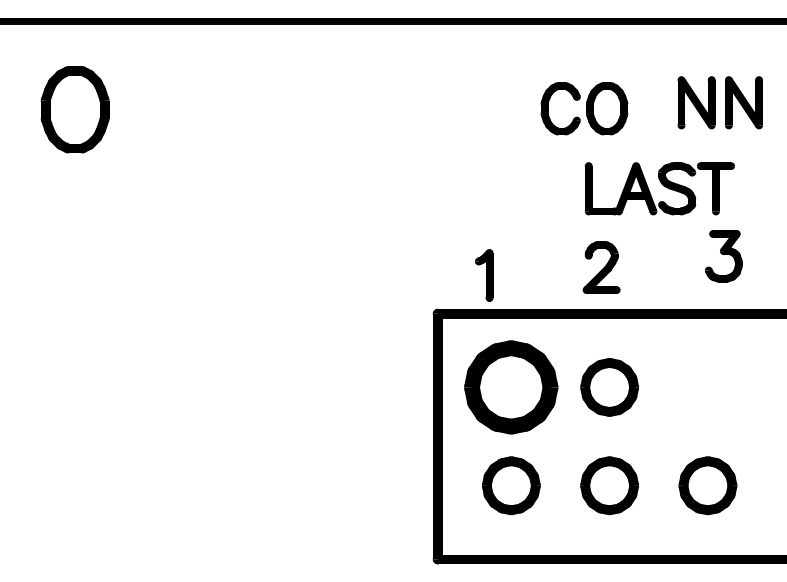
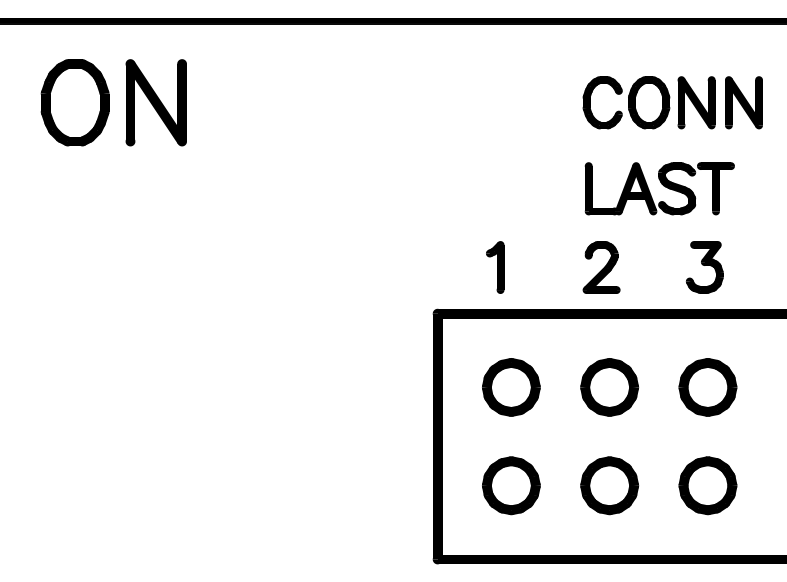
part at (155, 102): none -> present
part at (584, 108) position: (584, 108) -> (626, 102)
part at (74, 109) position: (74, 109) -> (74, 102)
part at (723, 256) position: (723, 256) -> (704, 267)
part at (484, 275) position: (484, 275) -> (495, 267)
part at (511, 387) size: 95x95 px -> 59x59 px
part at (707, 387): none -> present
